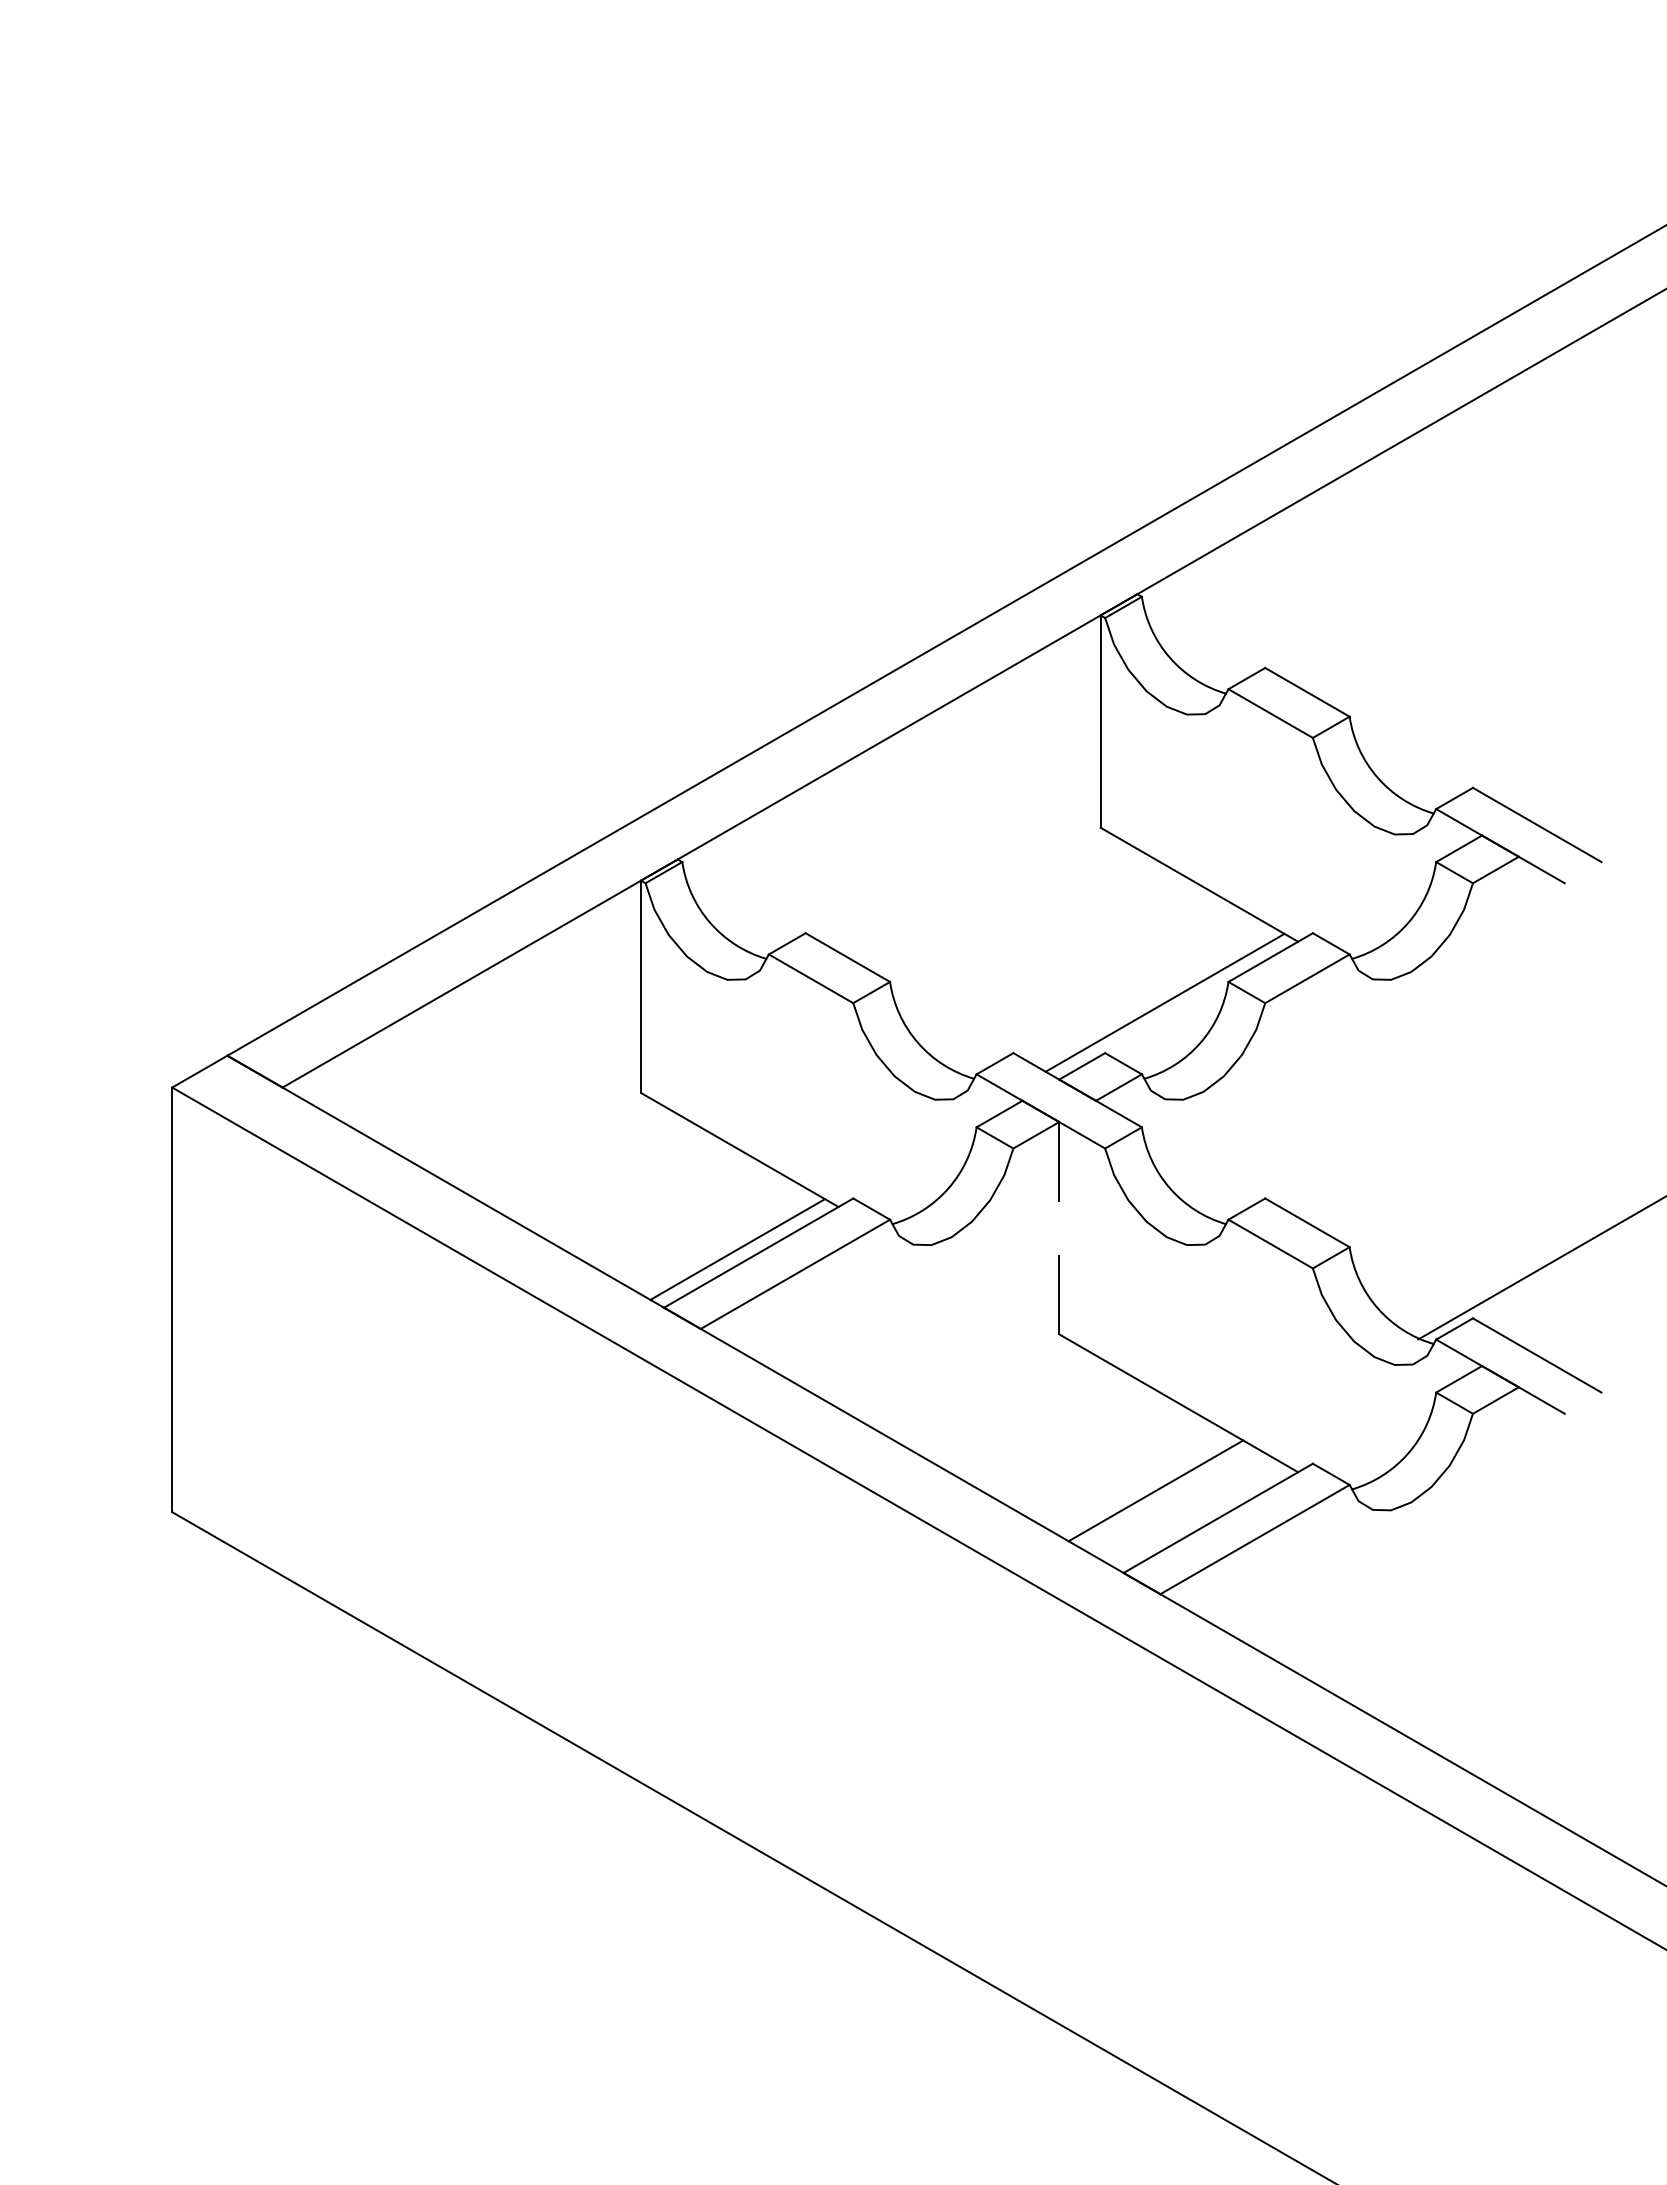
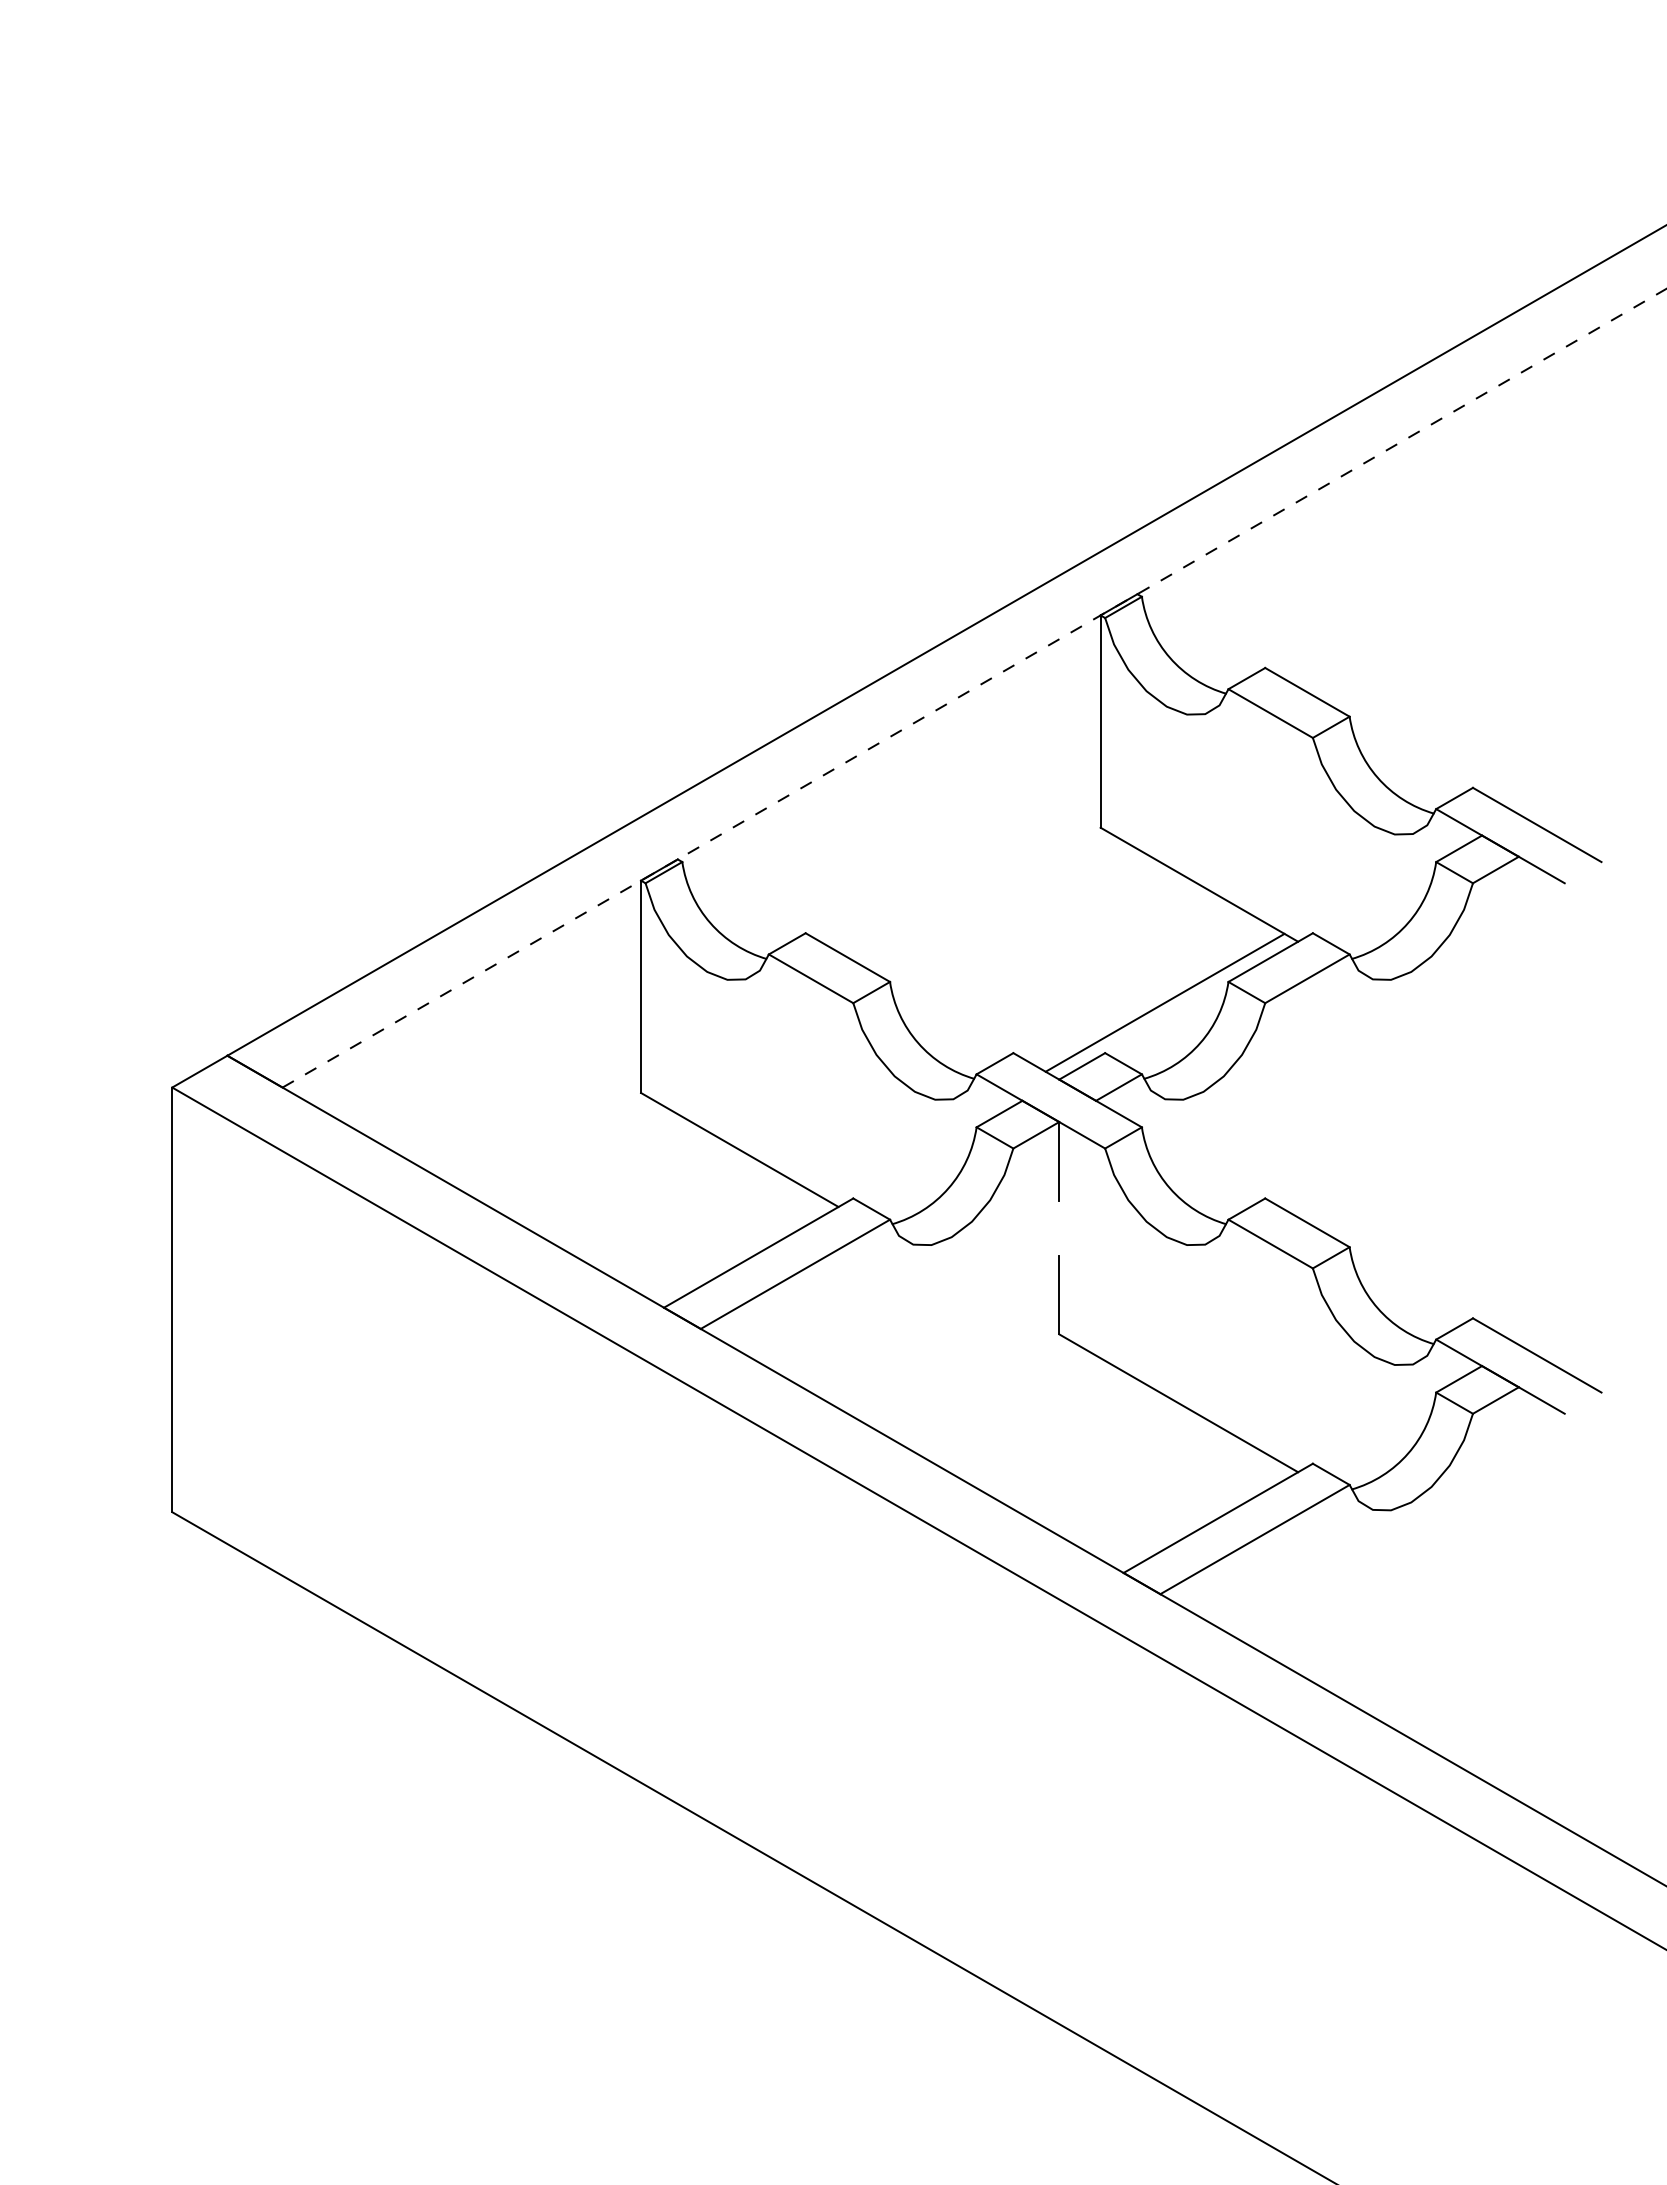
line at (974, 688): solid -> dashed
line at (737, 1249): present -> none
line at (1540, 1268): present -> none
line at (1155, 1490): present -> none
